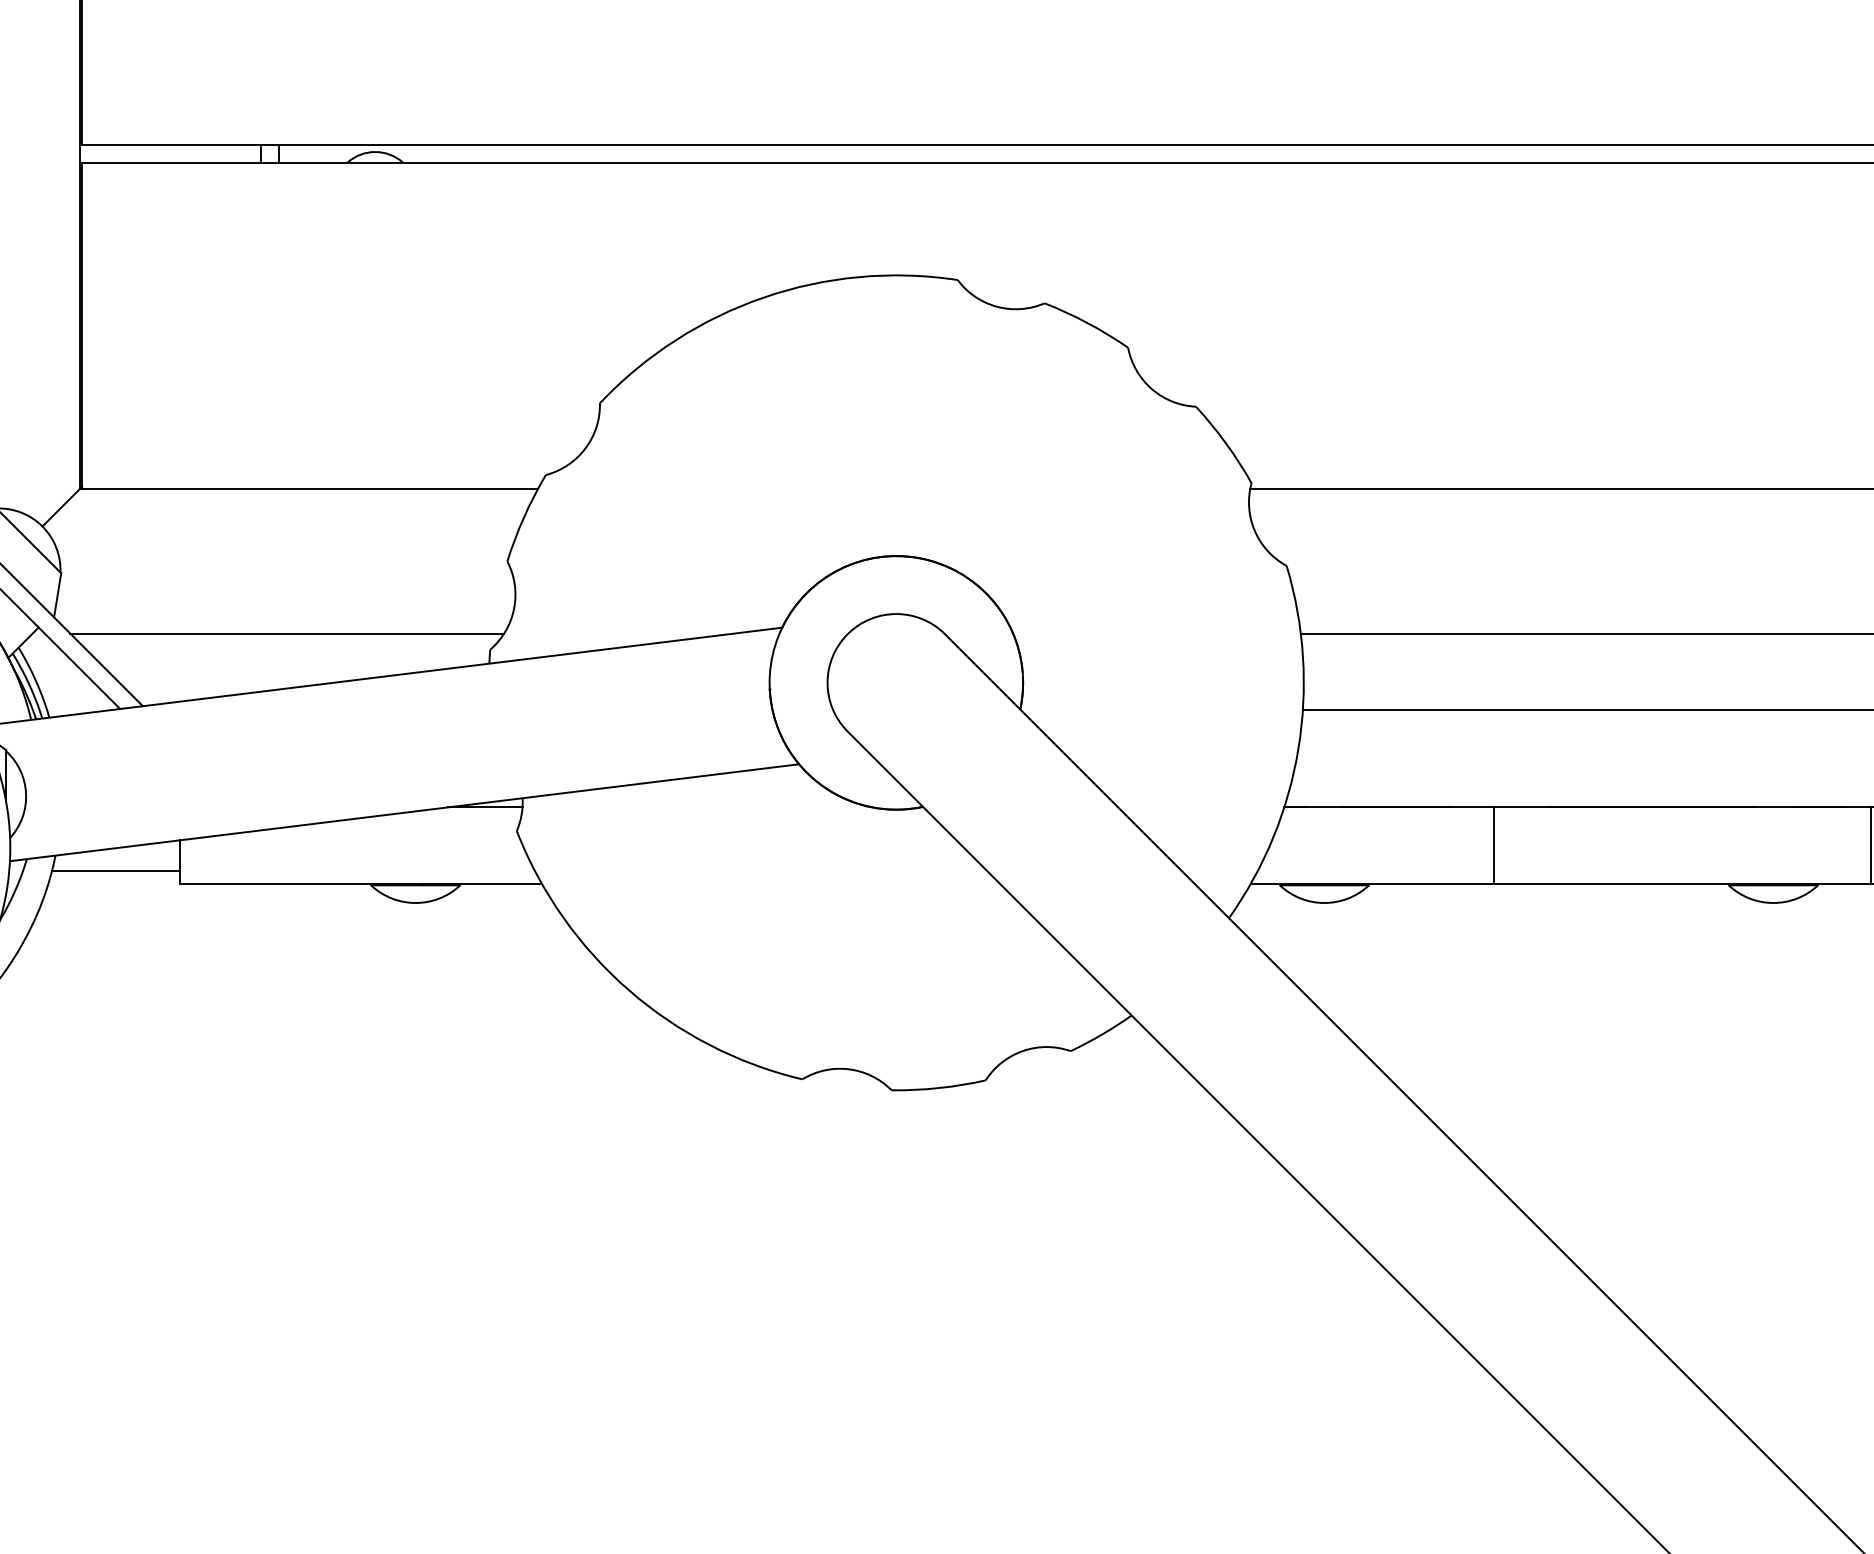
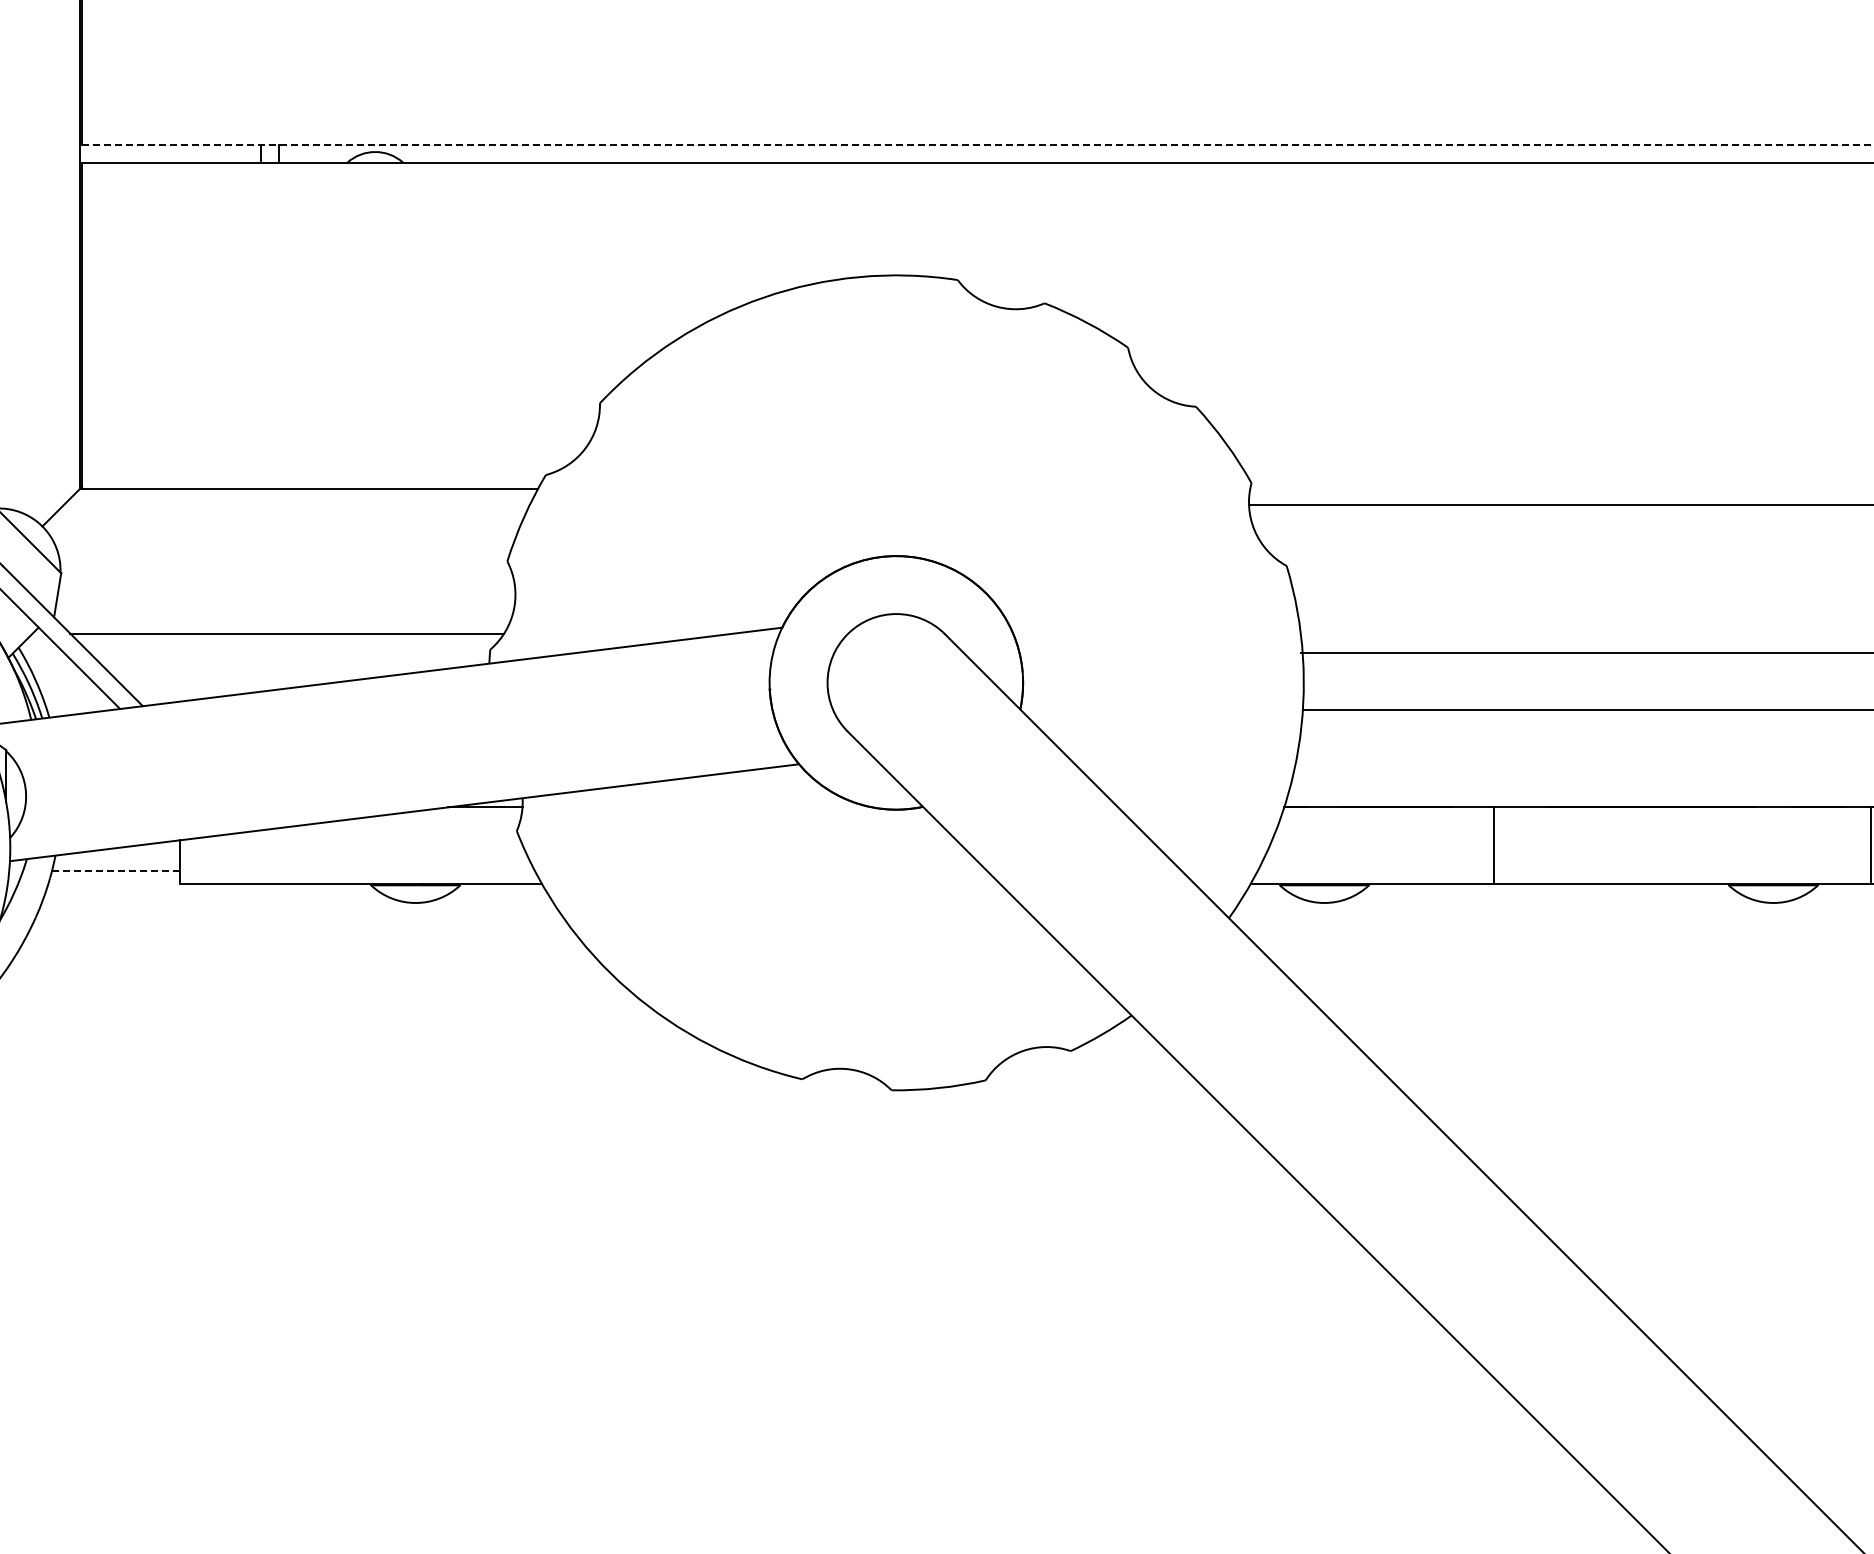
line at (977, 144): solid -> dashed
line at (1560, 488) position: (1560, 488) -> (1560, 504)
line at (1585, 633) position: (1585, 633) -> (1585, 652)
line at (115, 870): solid -> dashed
